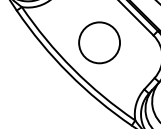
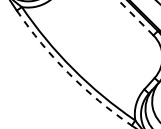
line at (135, 17): solid -> dashed
circle at (99, 42): present -> none
arc at (68, 73): solid -> dashed
